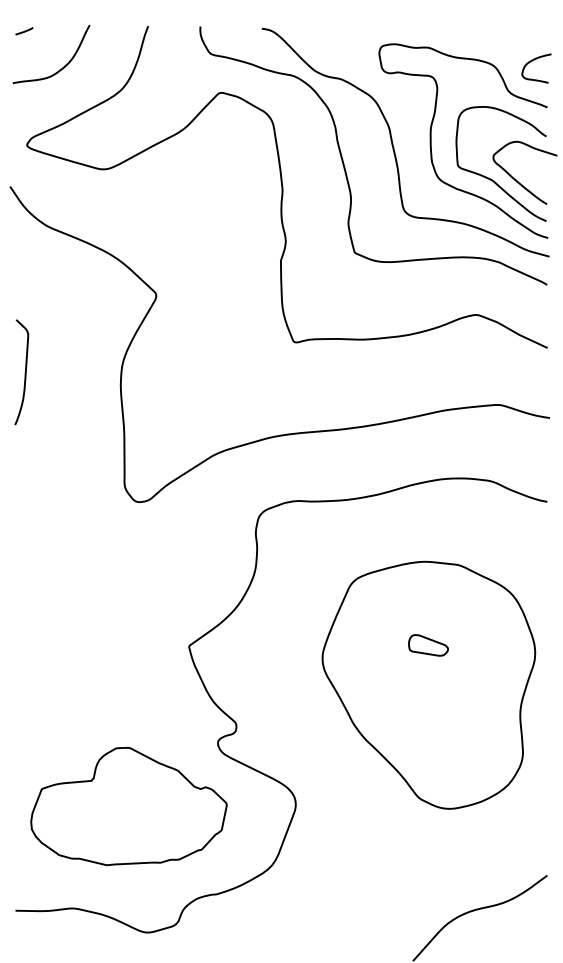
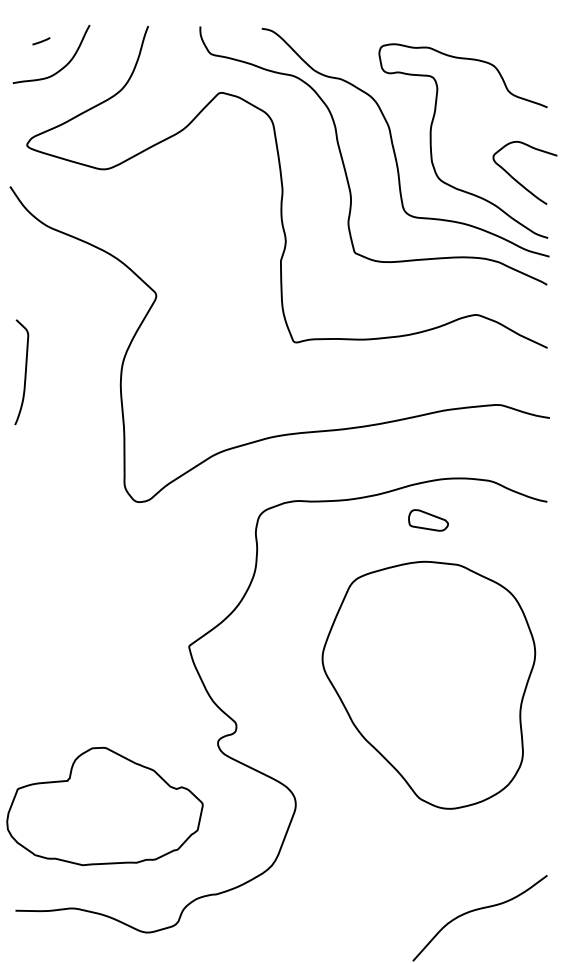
line at (24, 31) position: (24, 31) -> (41, 41)
curve at (532, 61): present -> none
curve at (492, 179): present -> none
part at (428, 645) position: (428, 645) -> (428, 520)
part at (128, 806) position: (128, 806) -> (104, 806)
